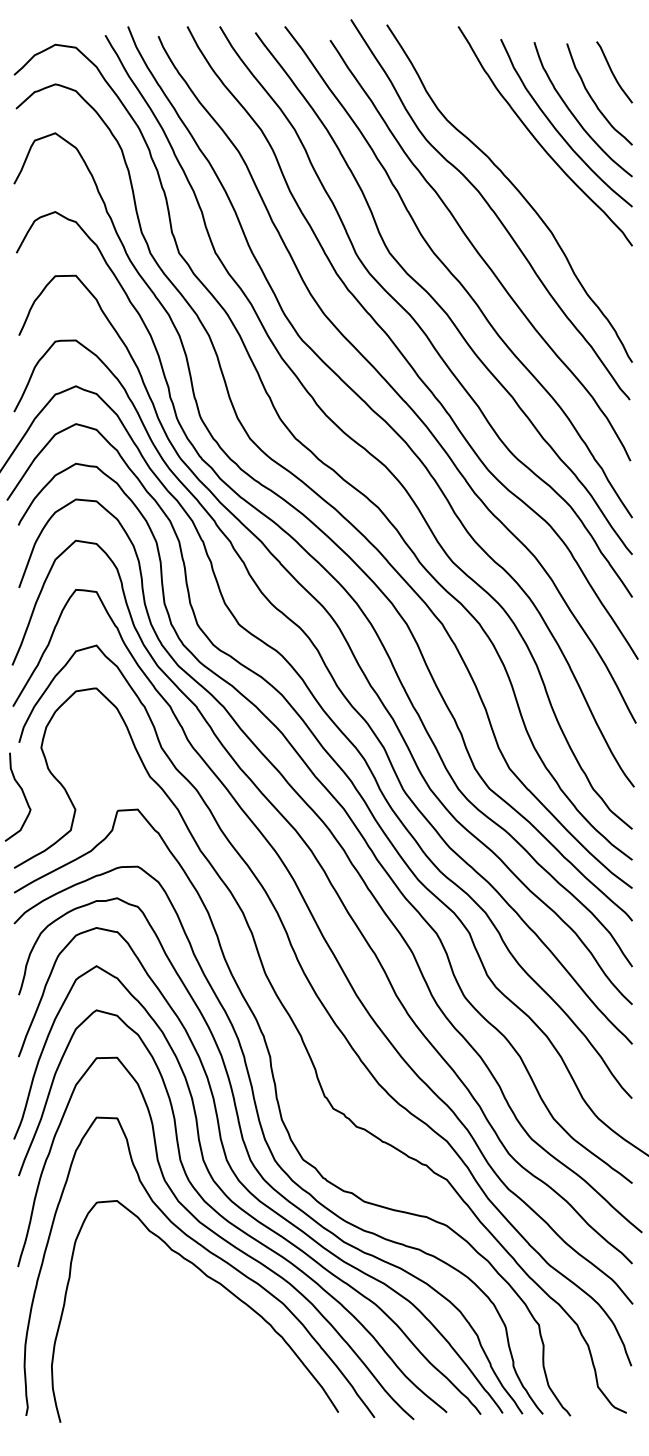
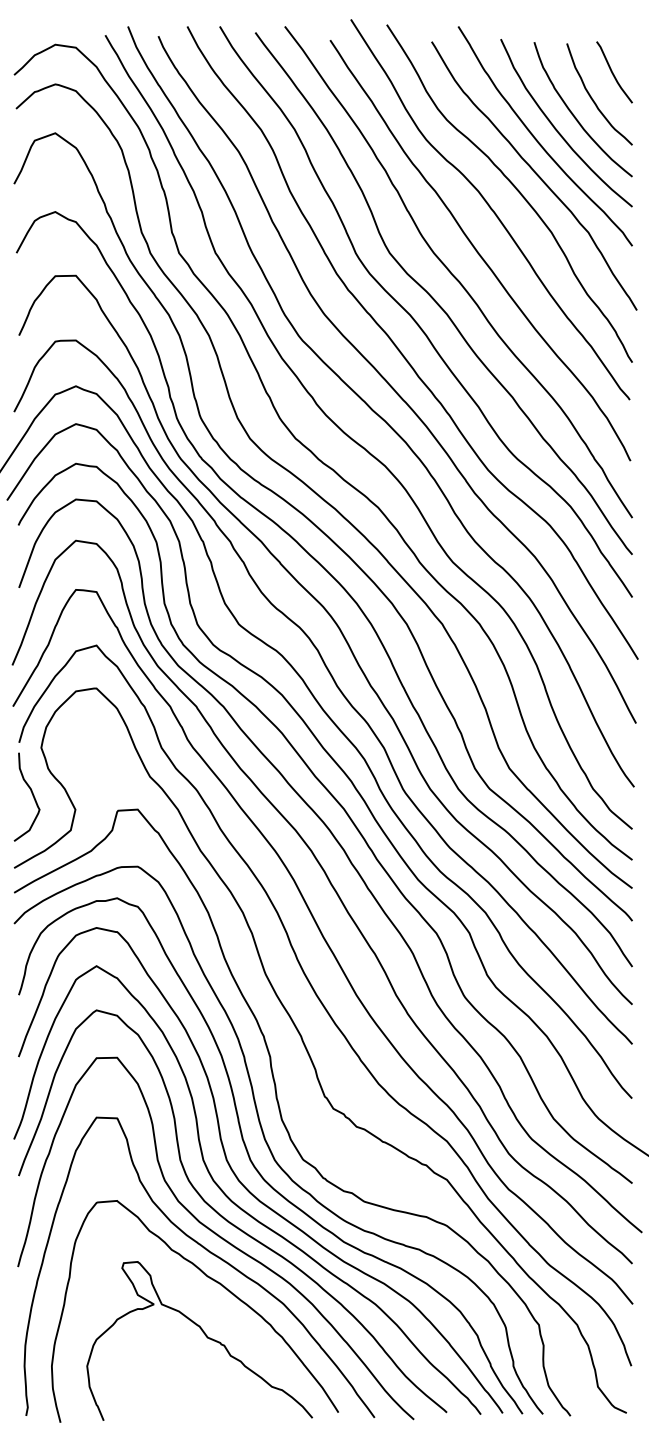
curve at (535, 174): none -> present
curve at (22, 793) position: (22, 793) -> (31, 793)
curve at (205, 1336): none -> present
